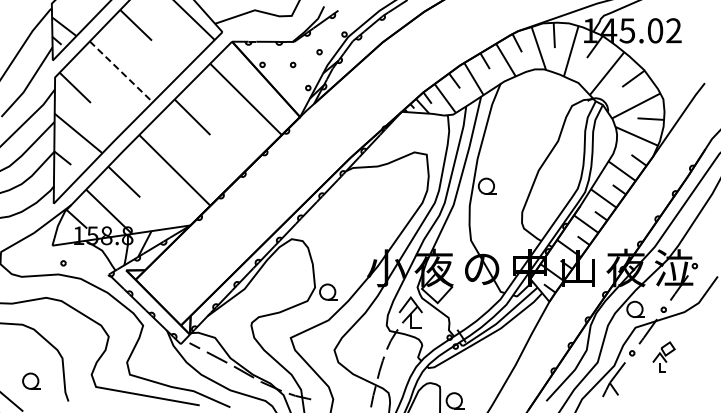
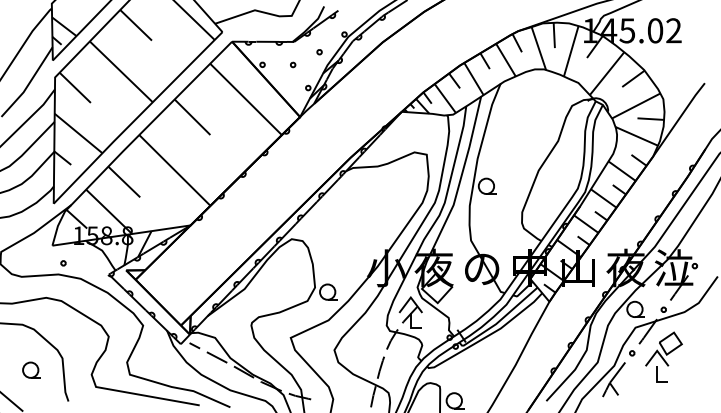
line at (121, 71): dashed -> solid
part at (663, 356) size: 24x32 px -> 38x52 px
part at (31, 380) position: (31, 380) -> (31, 369)
